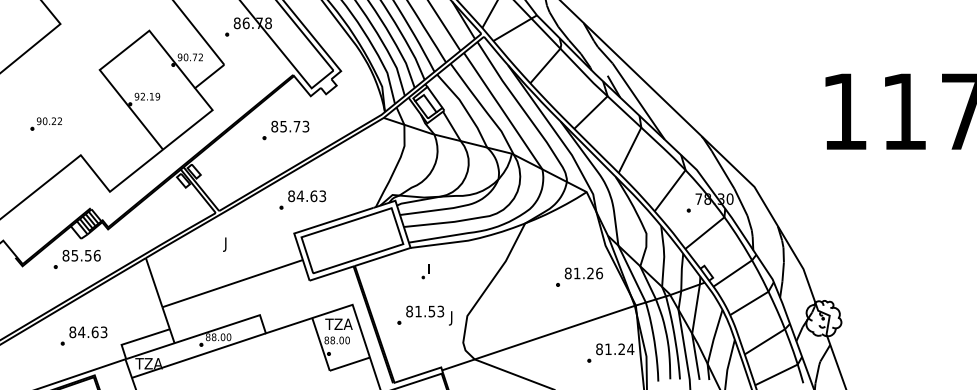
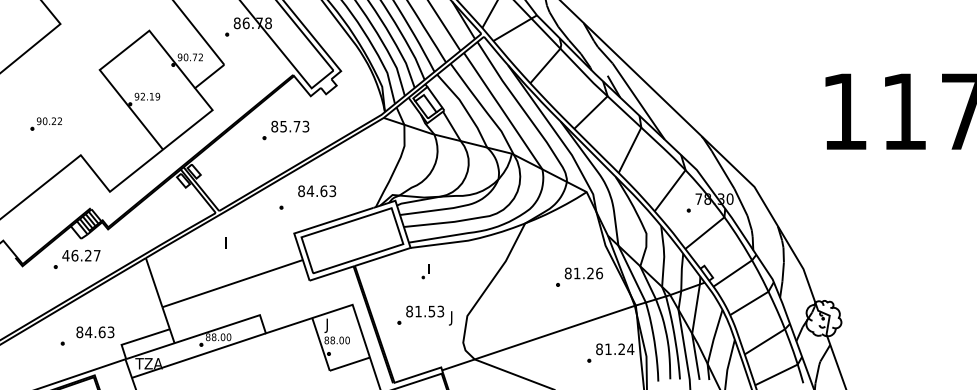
text at (307, 196) position: (307, 196) -> (317, 191)
text at (224, 244): J -> I
text at (81, 255): 85.56 -> 46.27
text at (338, 325): TZA -> J
text at (88, 332) position: (88, 332) -> (95, 332)
